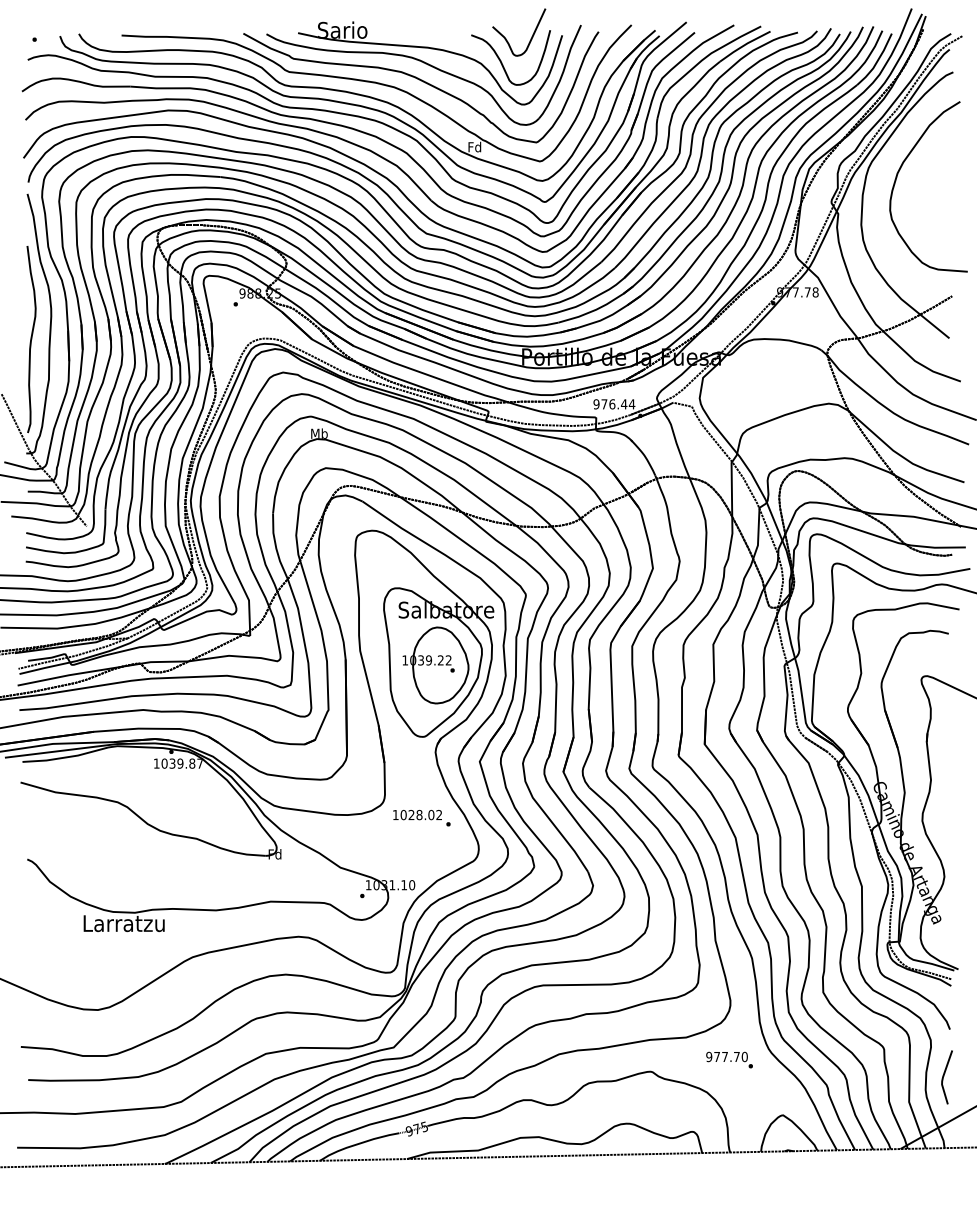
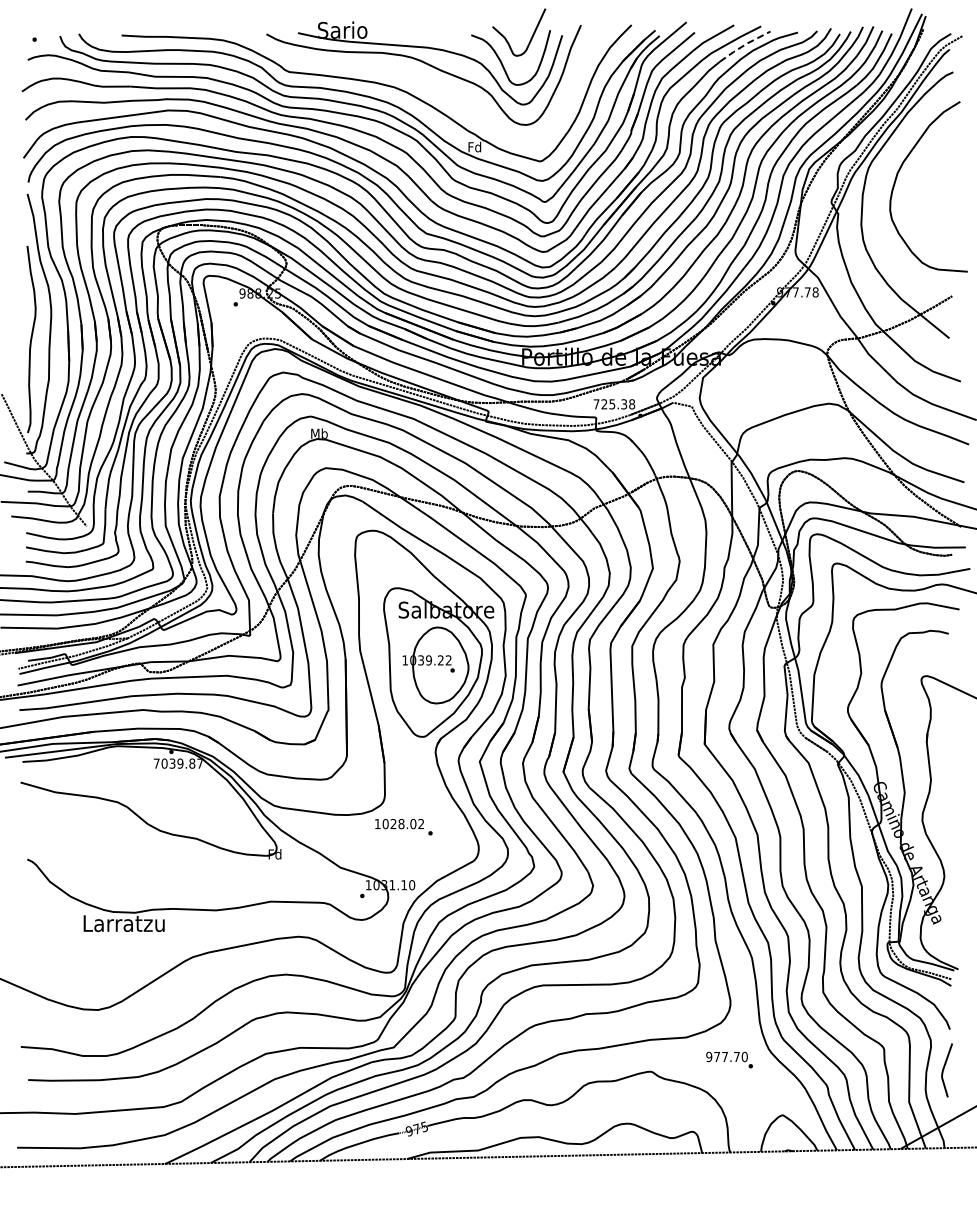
line at (744, 45): solid -> dashed
curve at (423, 82): present -> none
text at (614, 404): 976.44 -> 725.38
text at (156, 763): 1039.87 -> 7039.87
text at (421, 818) position: (421, 818) -> (403, 827)
line at (944, 1076) position: (944, 1076) -> (944, 1069)
